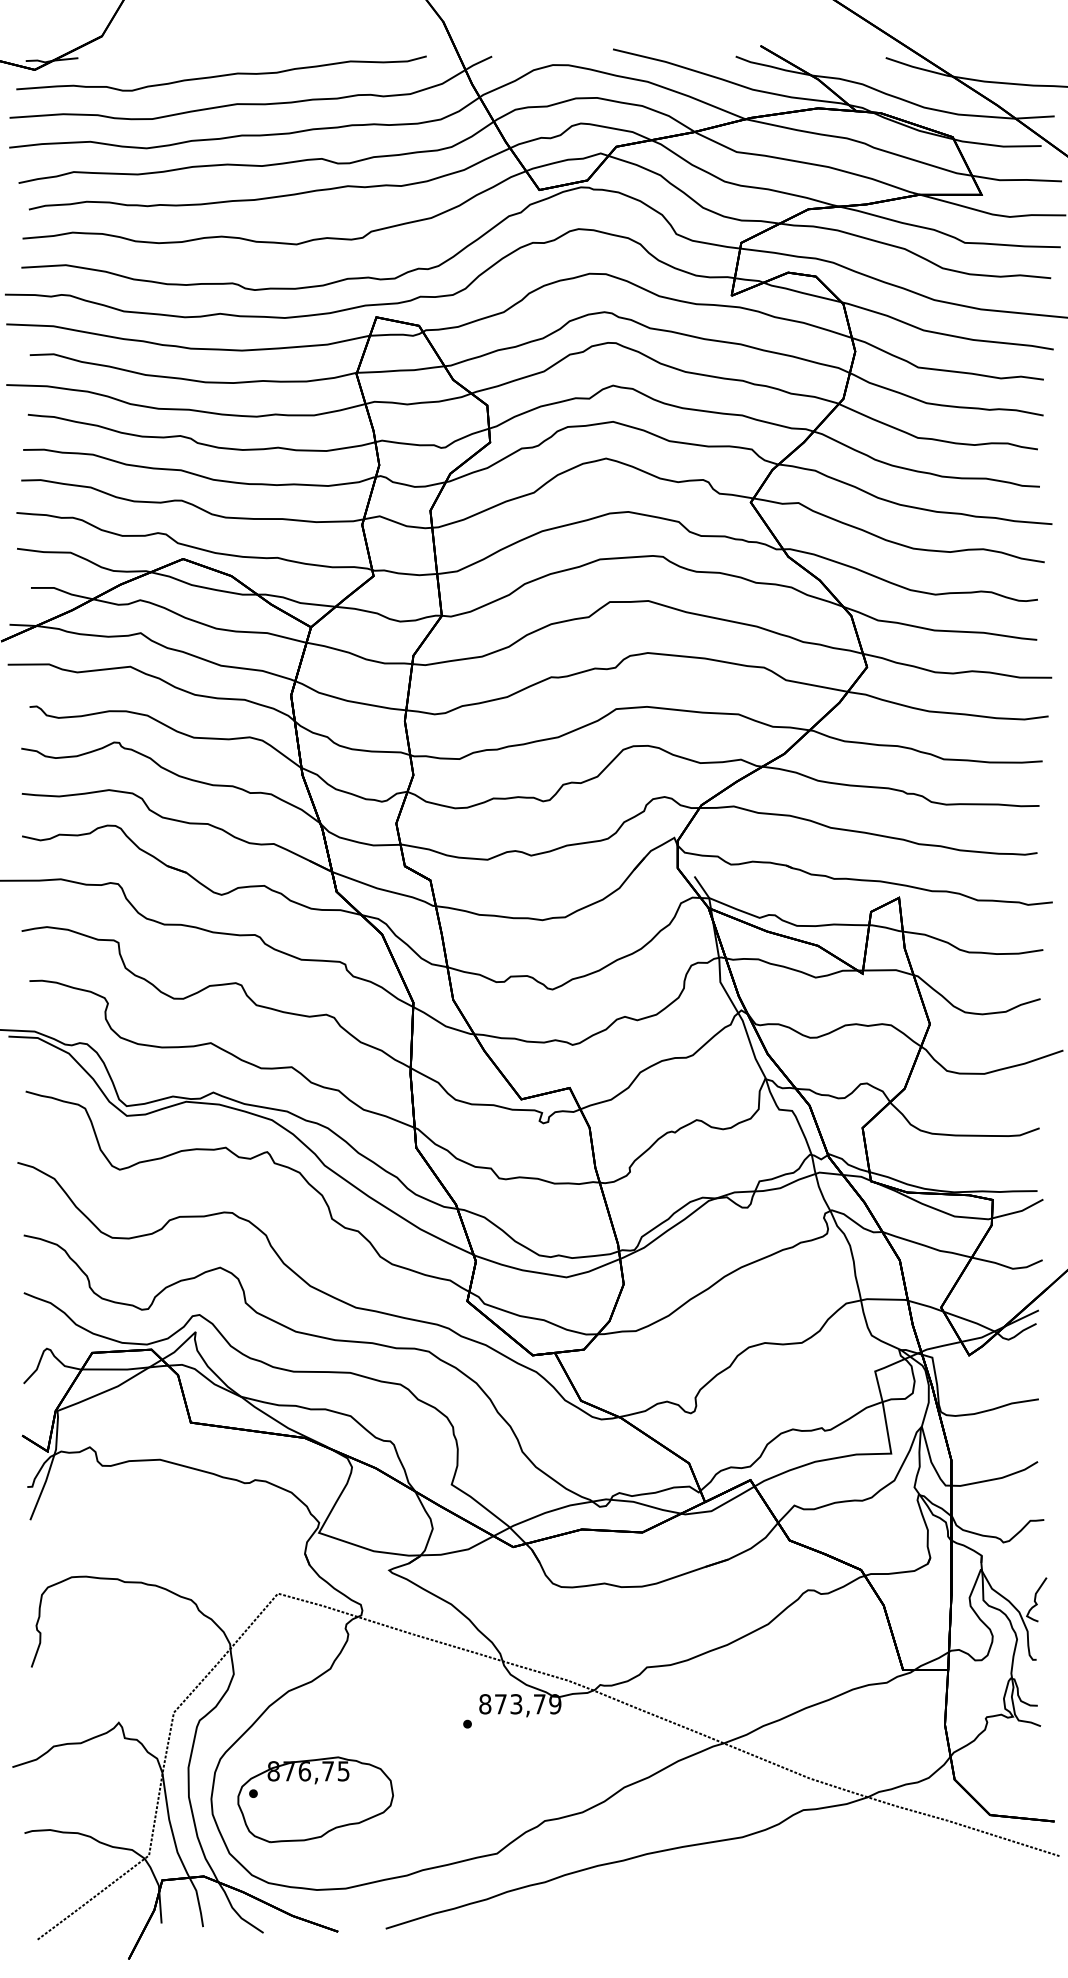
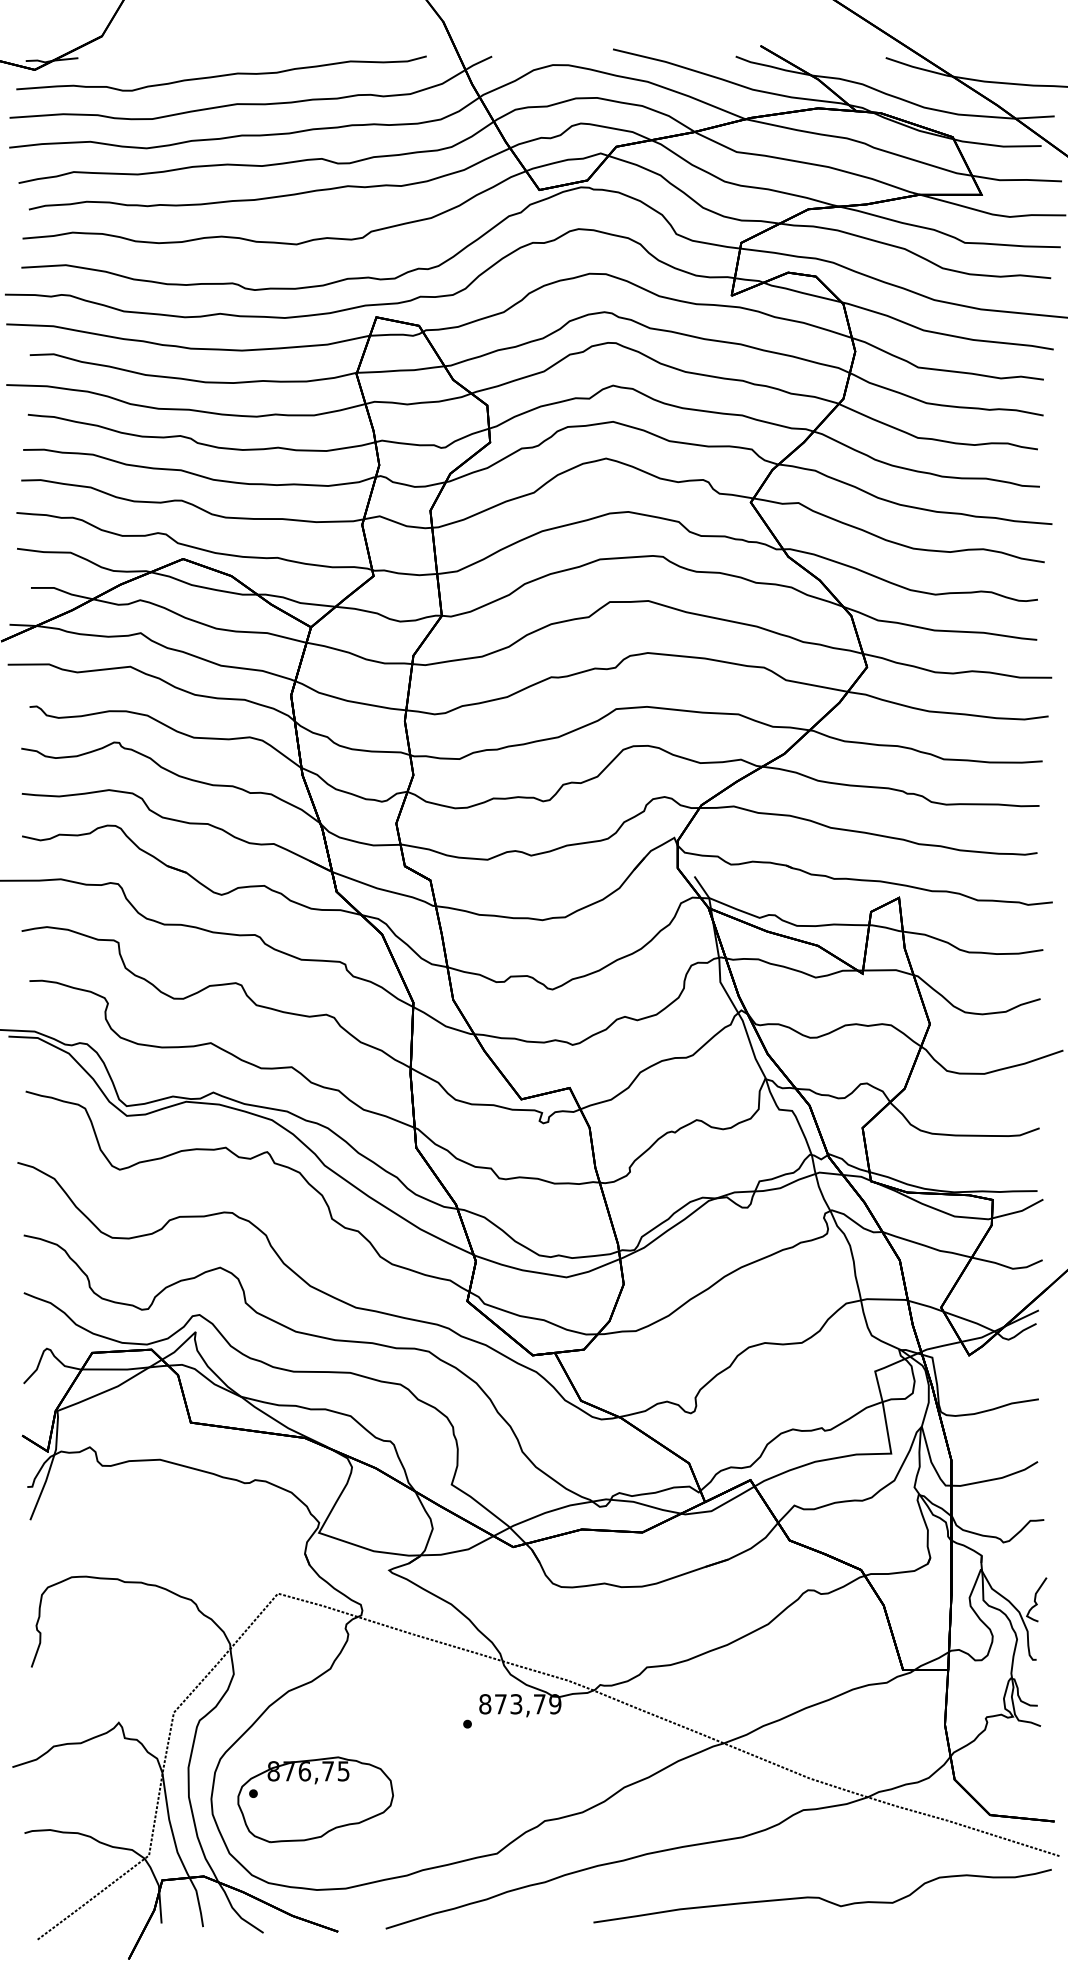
curve at (821, 1897): none -> present
